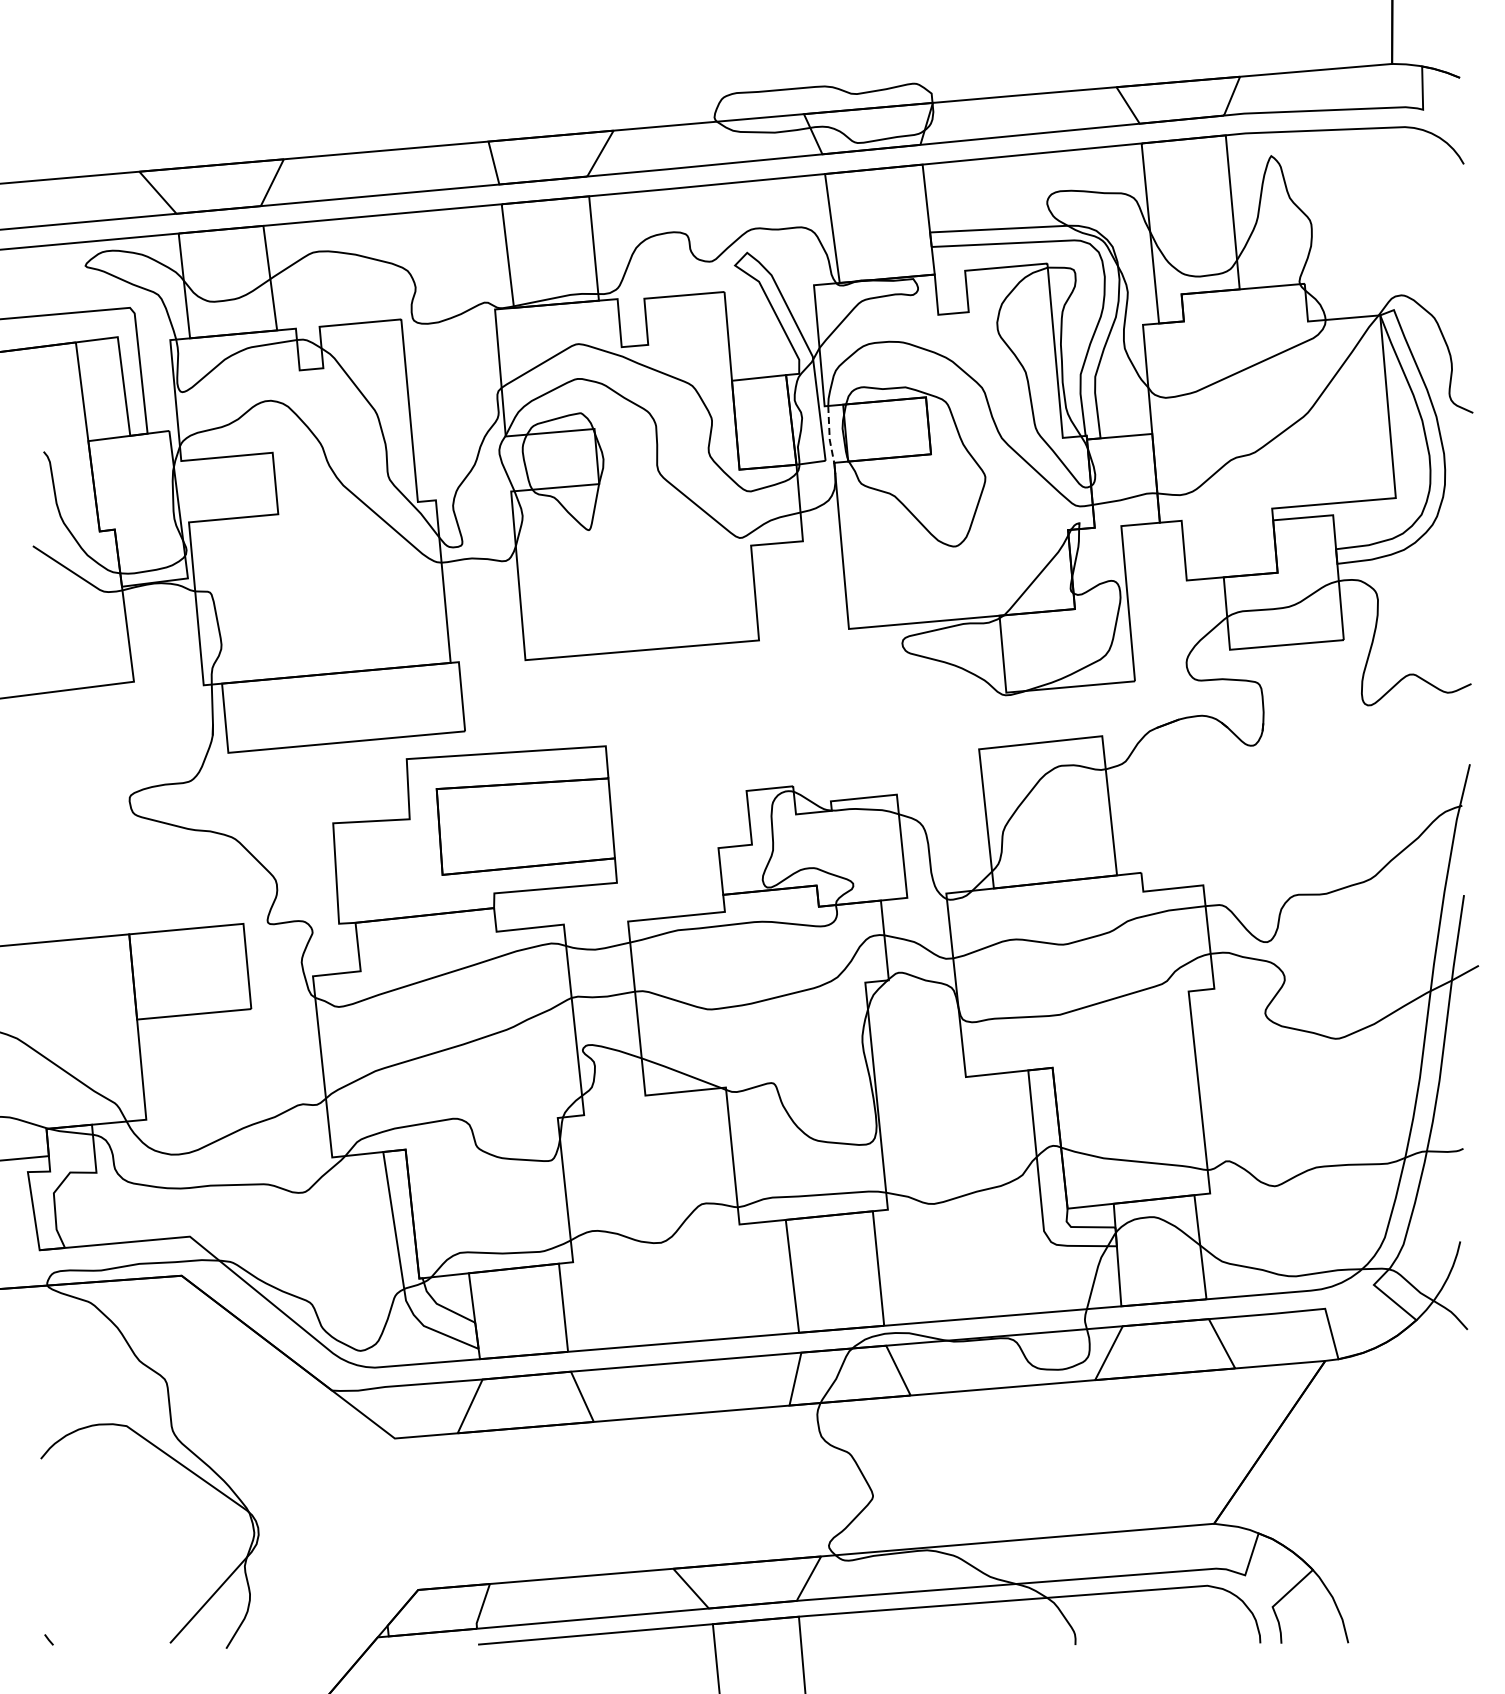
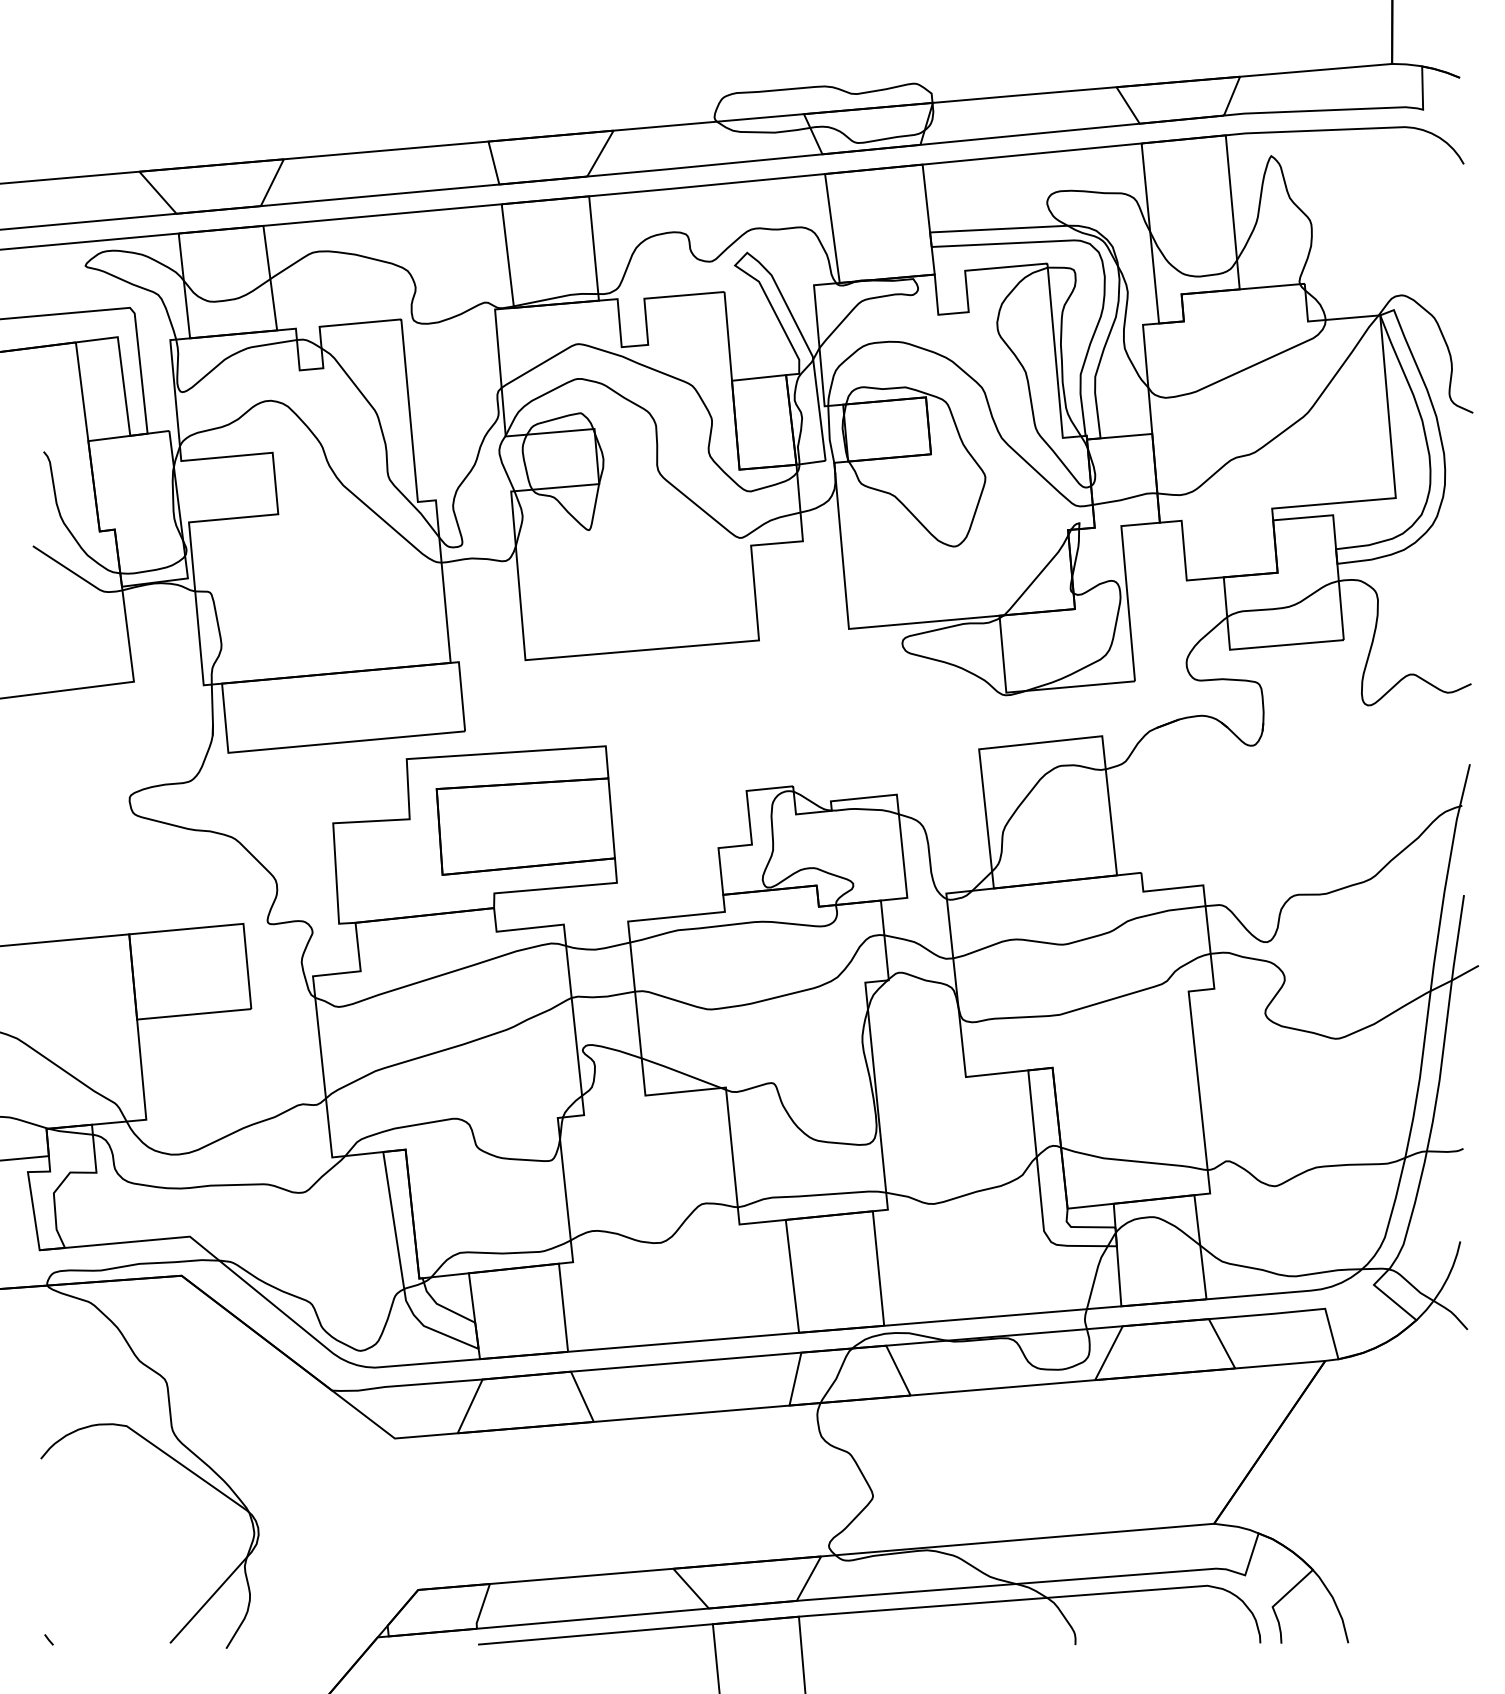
line at (829, 436): dashed -> solid
